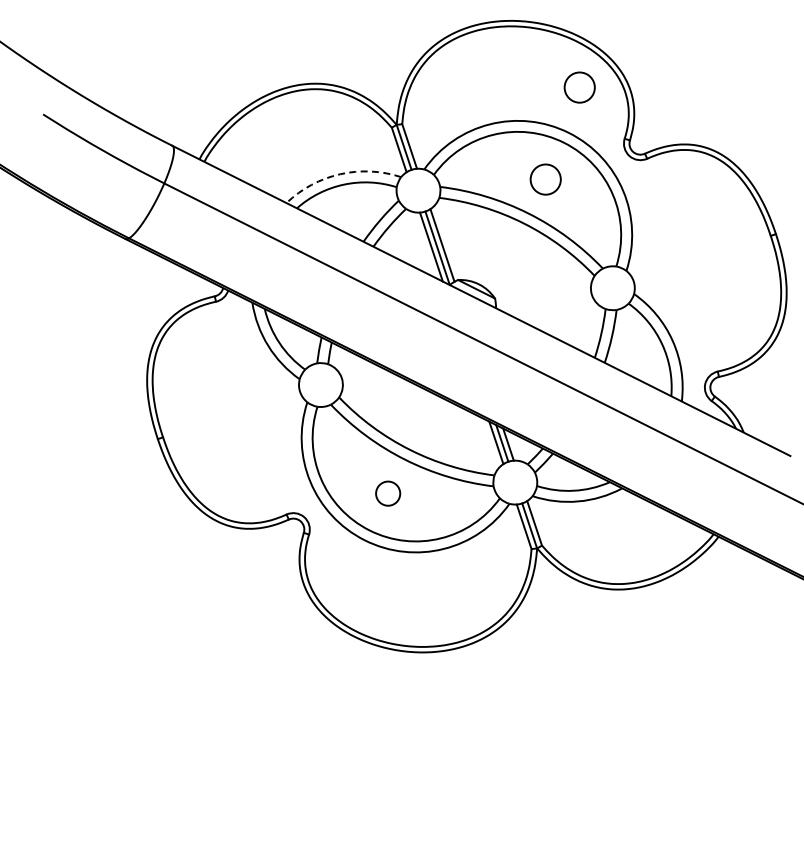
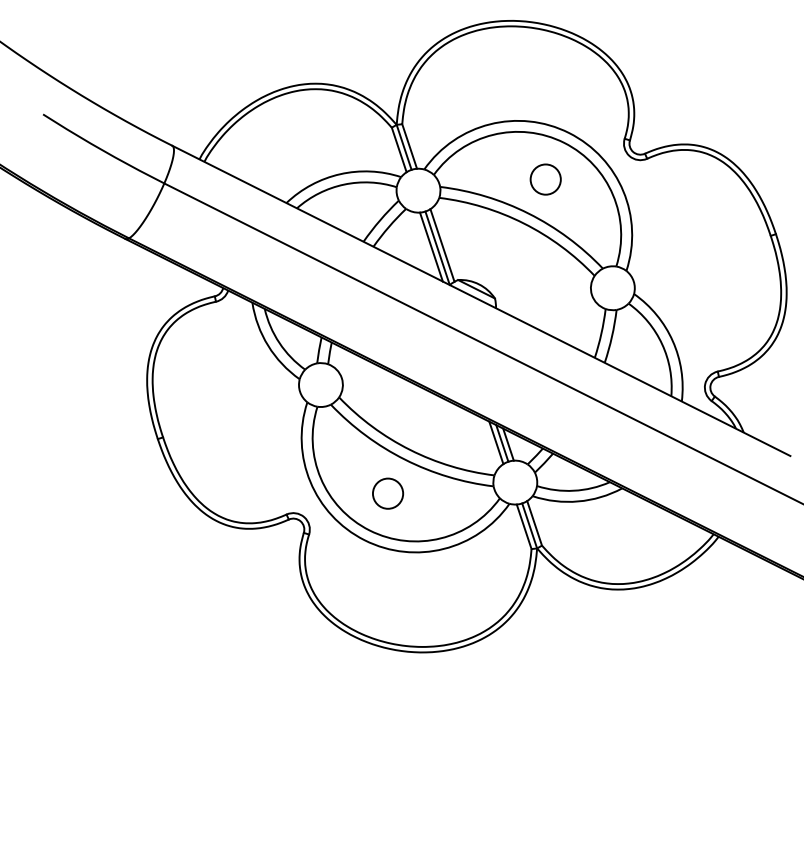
circle at (579, 87): present -> none
arc at (340, 174): dashed -> solid
circle at (388, 493) size: 27x27 px -> 33x33 px
